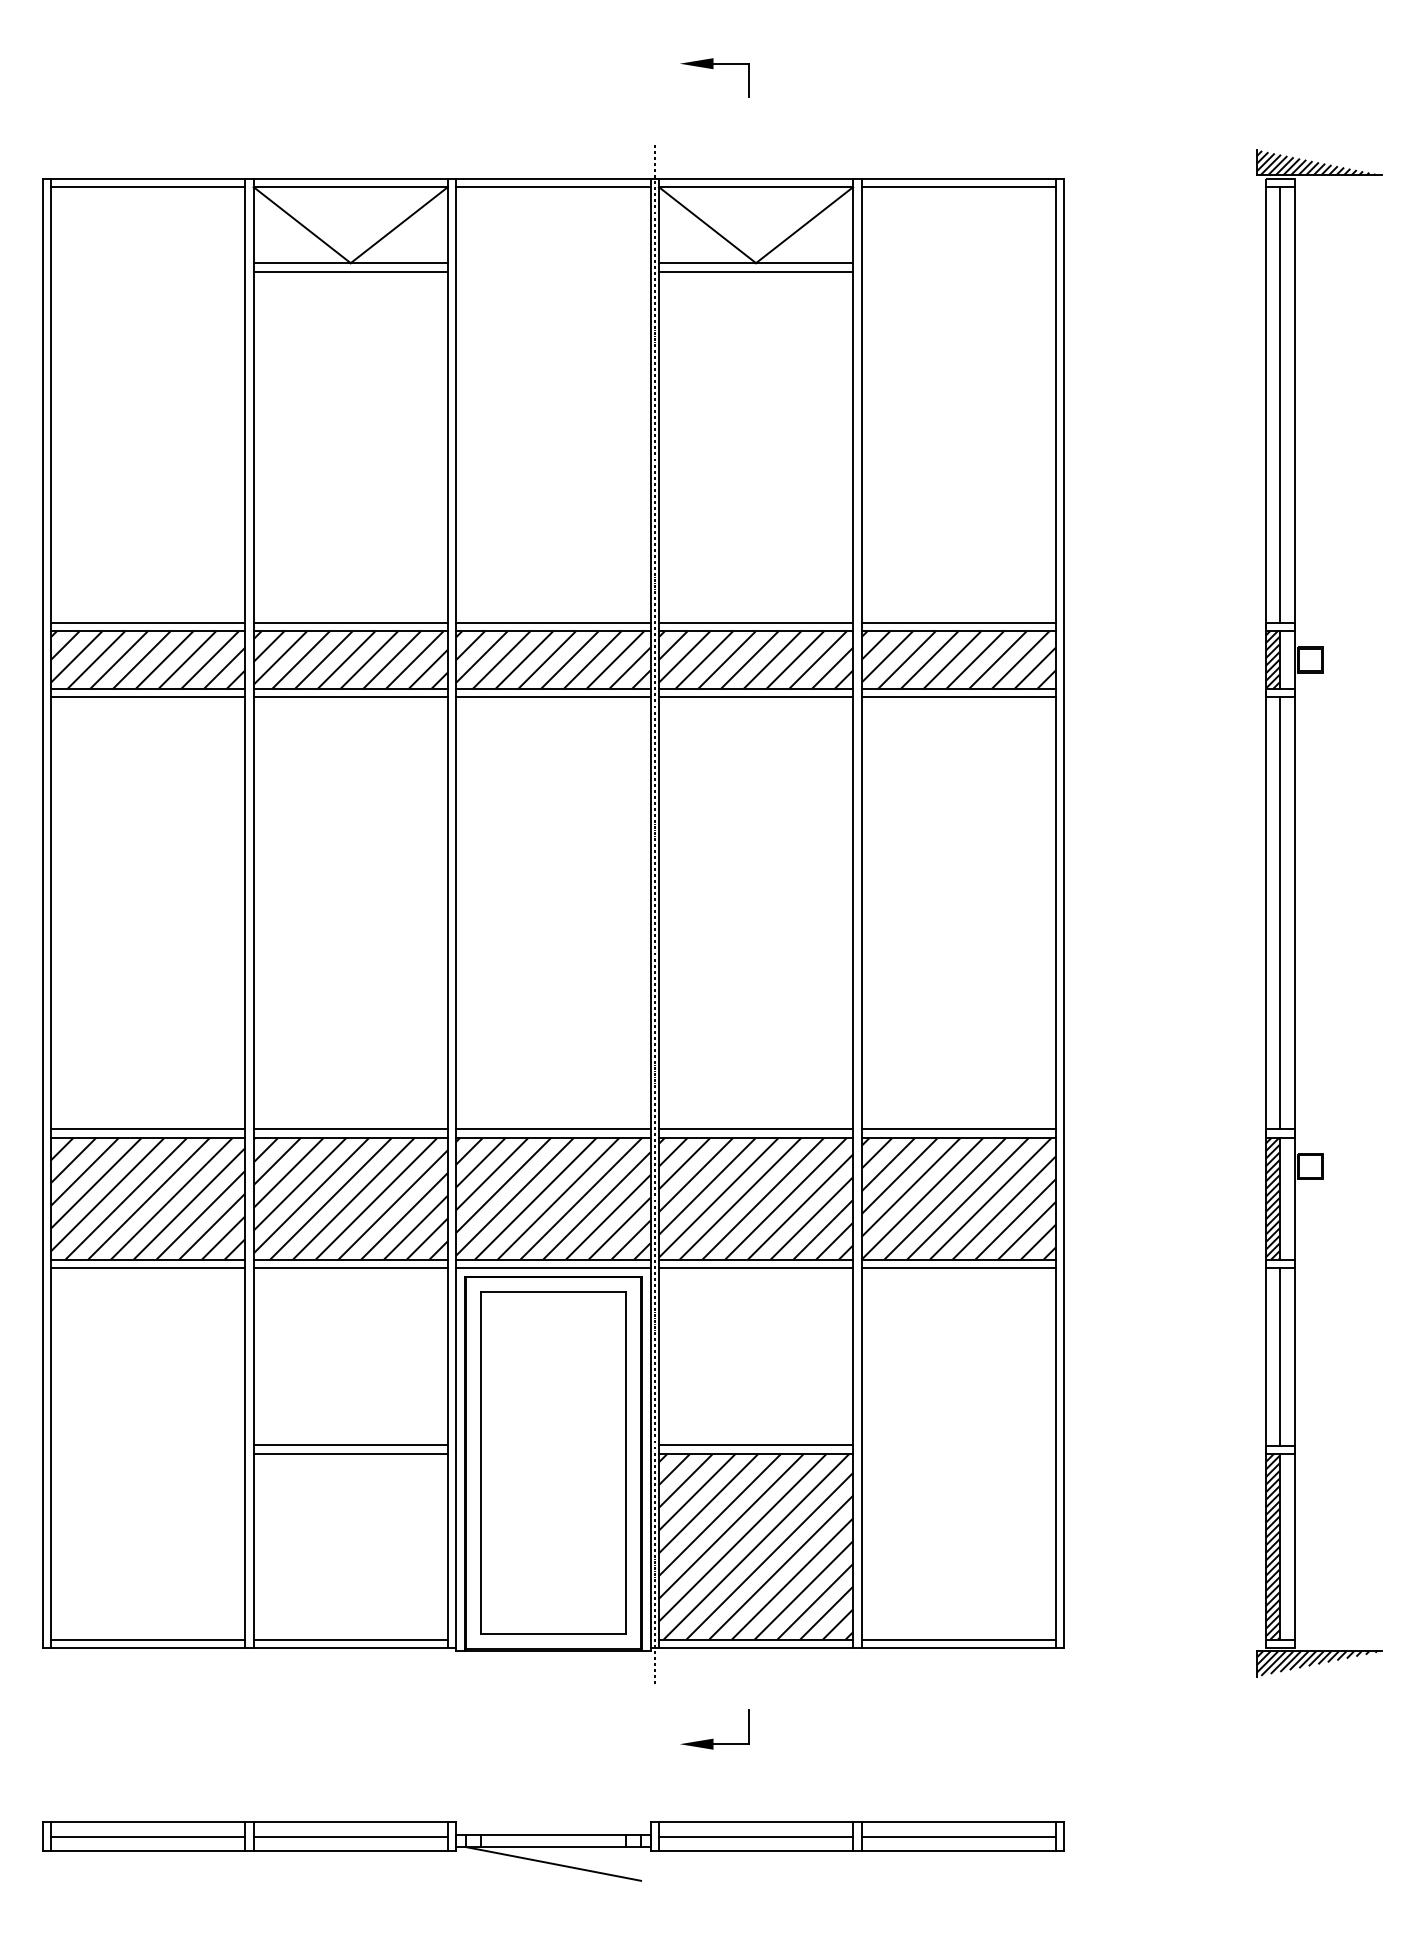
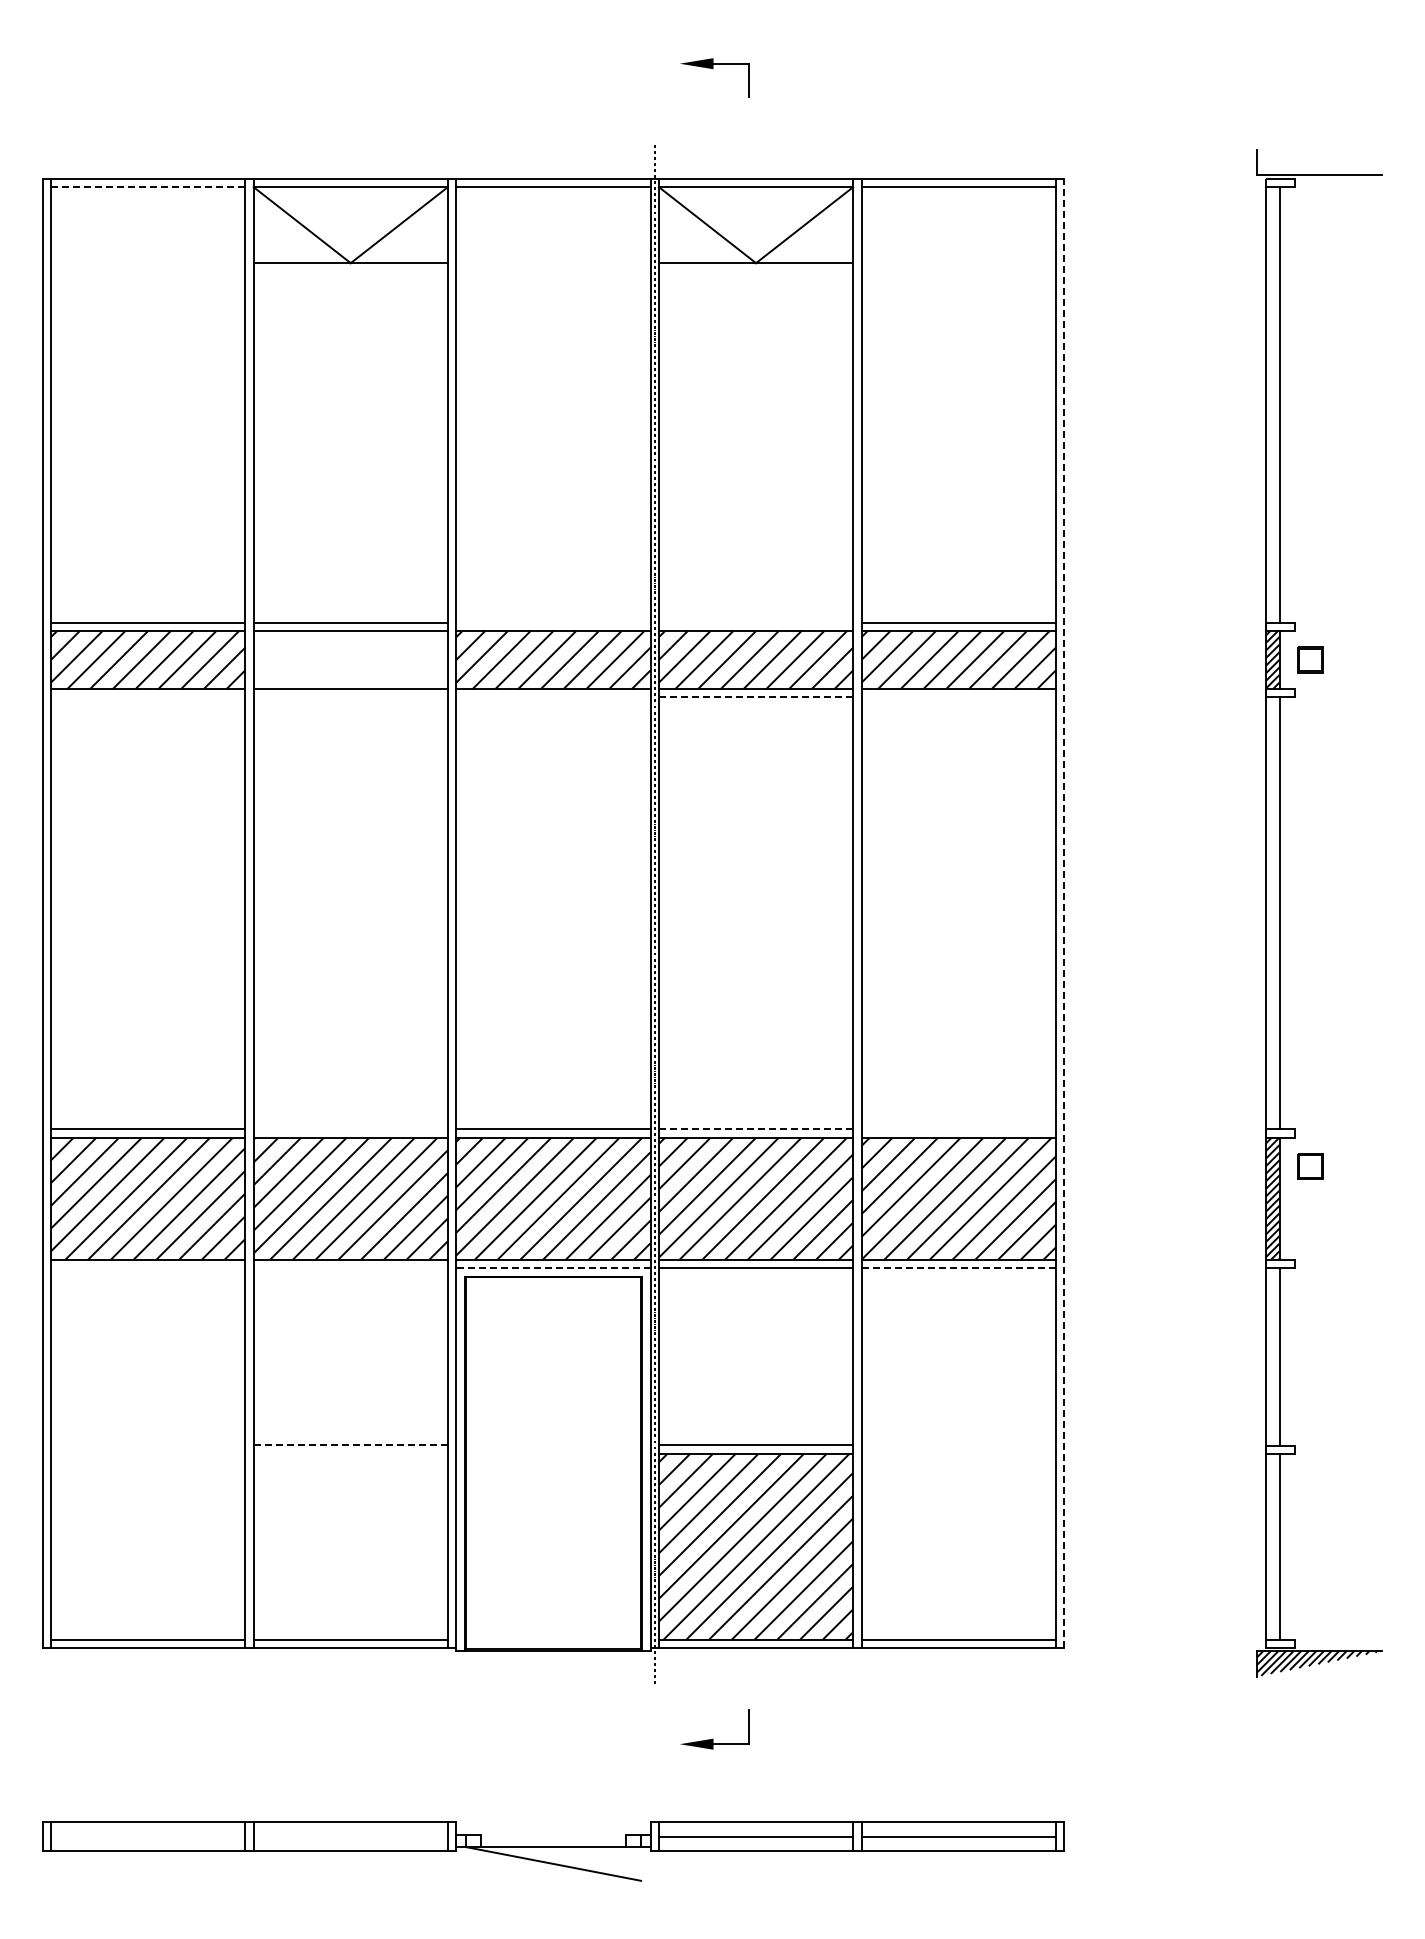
hatch at (1319, 162): present -> none
line at (147, 187): solid -> dashed
line at (350, 271): present -> none
line at (755, 271): present -> none
line at (553, 622): present -> none
line at (755, 622): present -> none
hatch at (350, 659): present -> none
line at (148, 697): present -> none
line at (350, 697): present -> none
line at (553, 697): present -> none
line at (755, 697): solid -> dashed
line at (958, 697): present -> none
line at (1064, 913): solid -> dashed
line at (1294, 913): present -> none
line at (350, 1129): present -> none
line at (755, 1129): solid -> dashed
line at (958, 1129): present -> none
line at (148, 1267): present -> none
line at (350, 1267): present -> none
line at (552, 1267): solid -> dashed
line at (958, 1267): solid -> dashed
line at (350, 1445): solid -> dashed
line at (350, 1453): present -> none
part at (553, 1462): present -> none
hatch at (1272, 1546): present -> none
line at (553, 1834): present -> none
line at (148, 1836): present -> none
line at (350, 1836): present -> none
